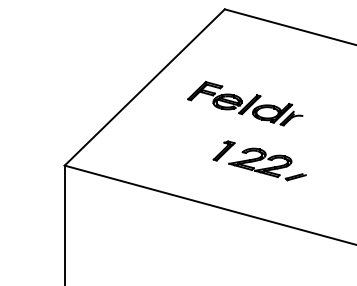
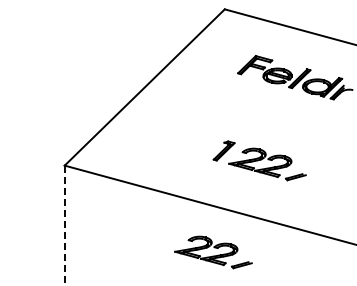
part at (245, 103) position: (245, 103) -> (295, 77)
line at (64, 225): solid -> dashed
part at (213, 252): none -> present
